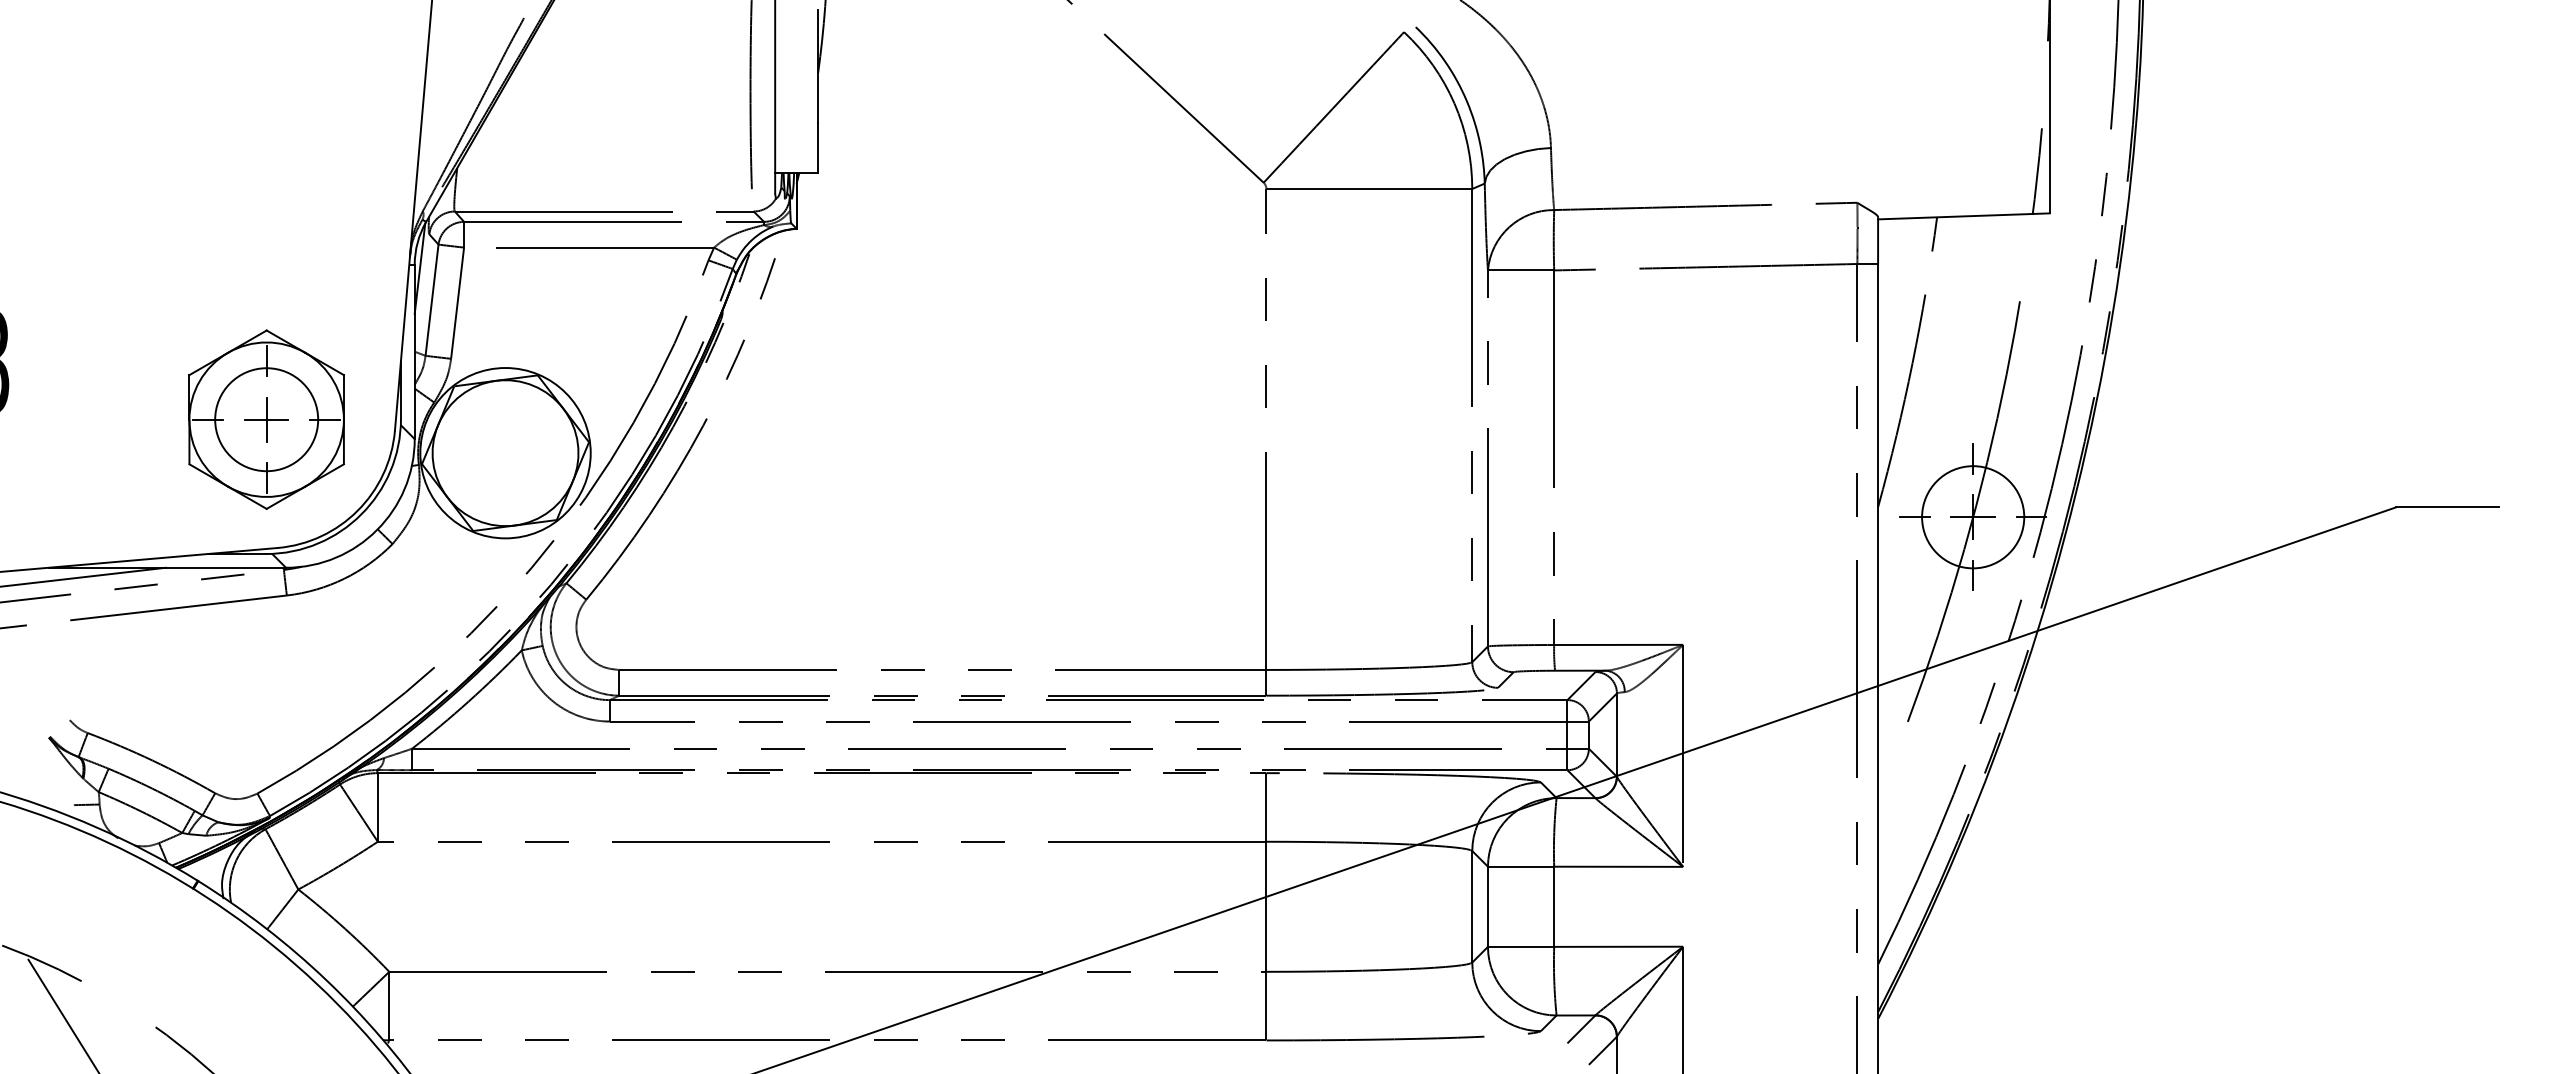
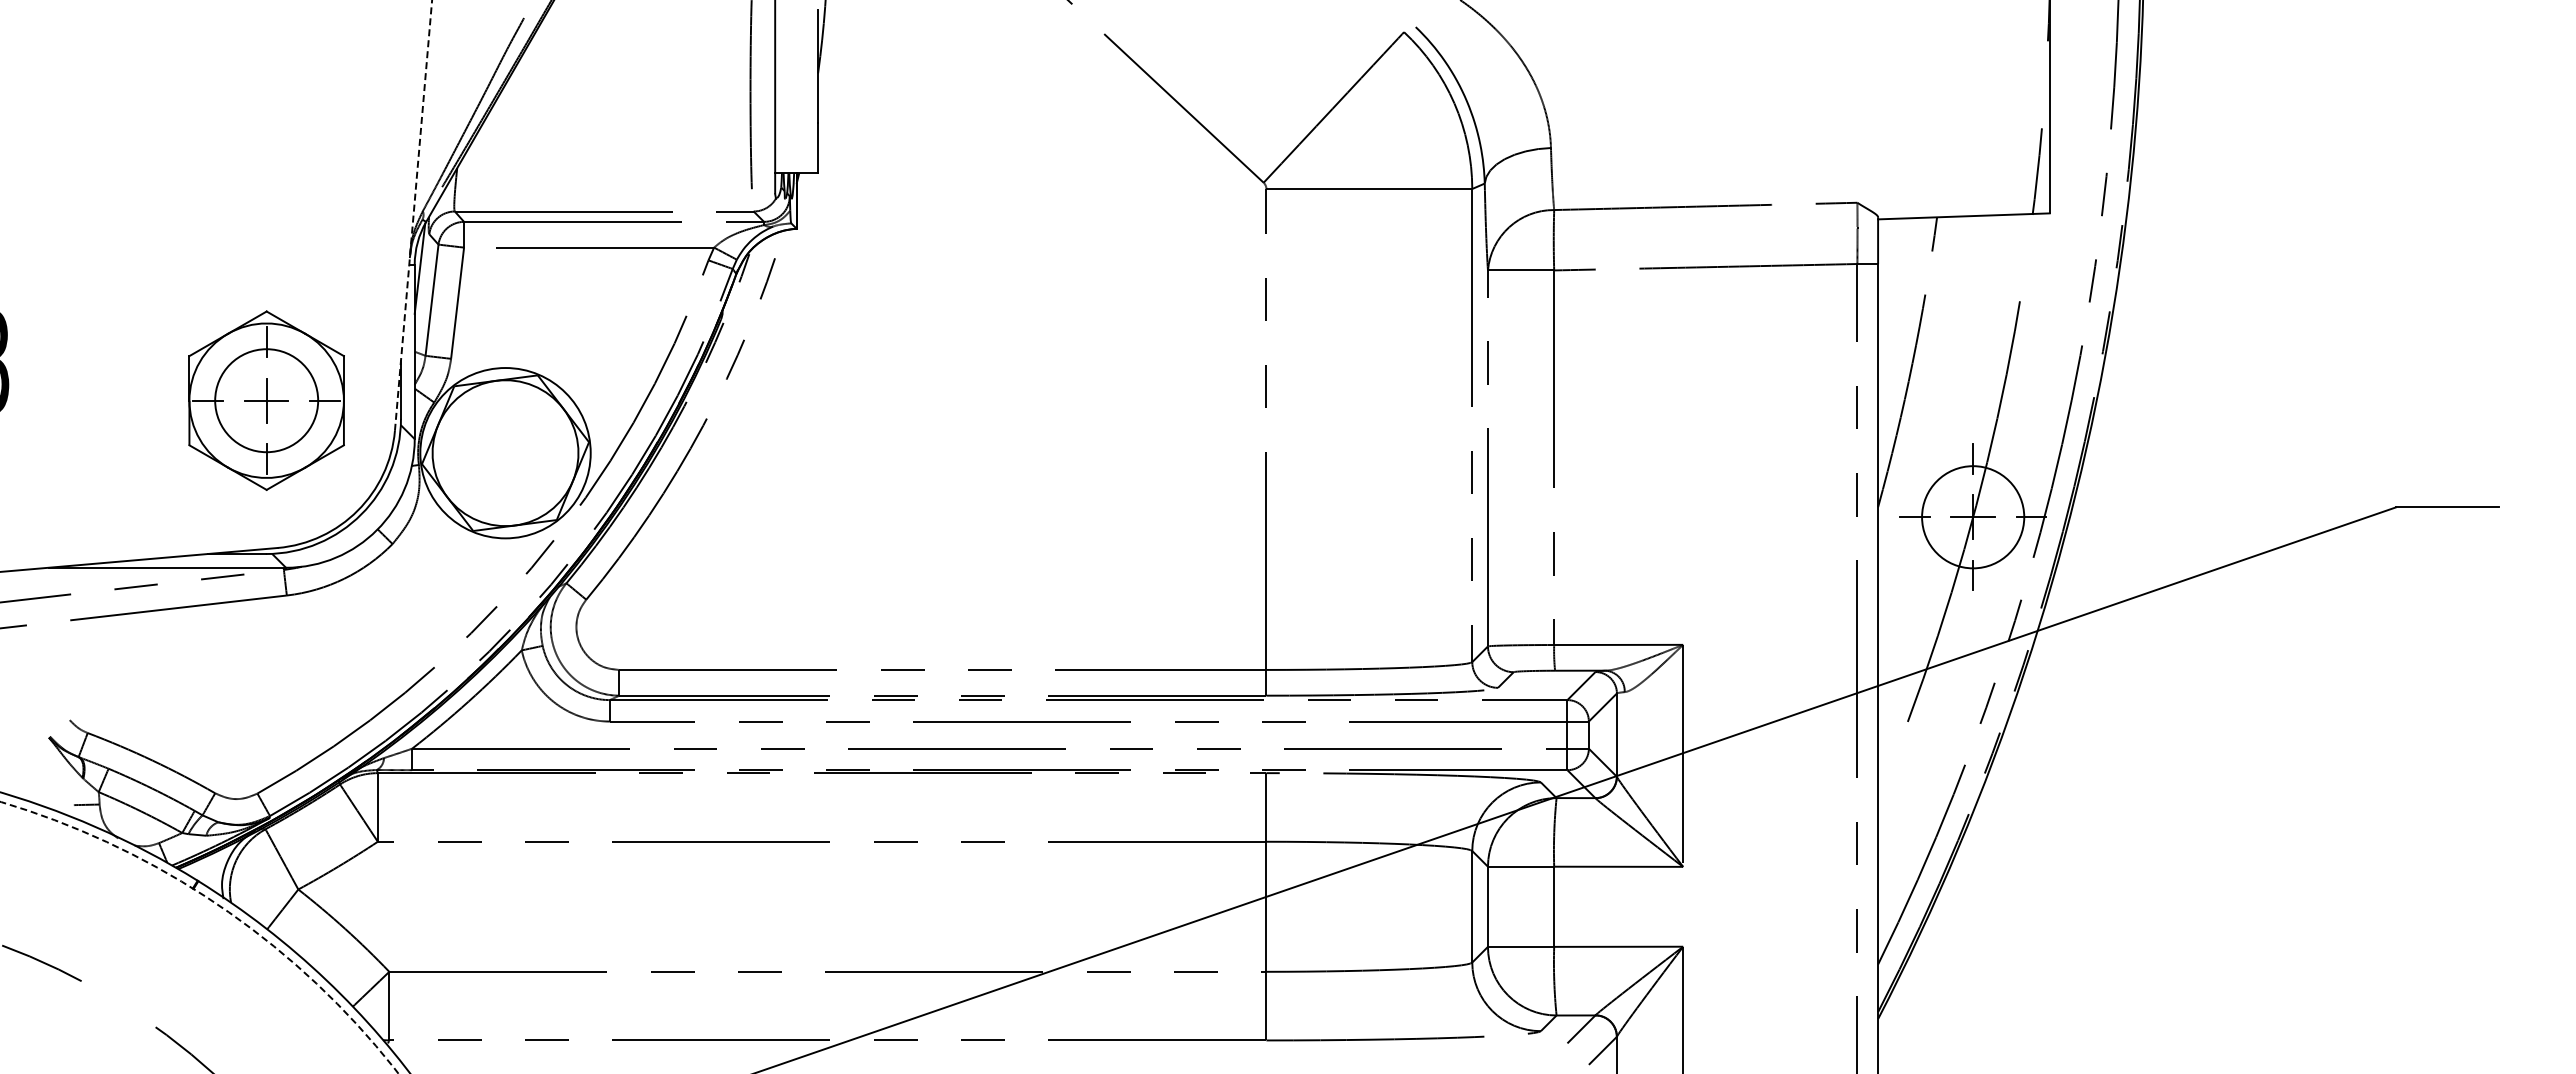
line at (413, 215): solid -> dashed
part at (266, 419) position: (266, 419) -> (266, 400)
line at (83, 576): present -> none
arc at (219, 905): solid -> dashed
line at (62, 1014): present -> none
